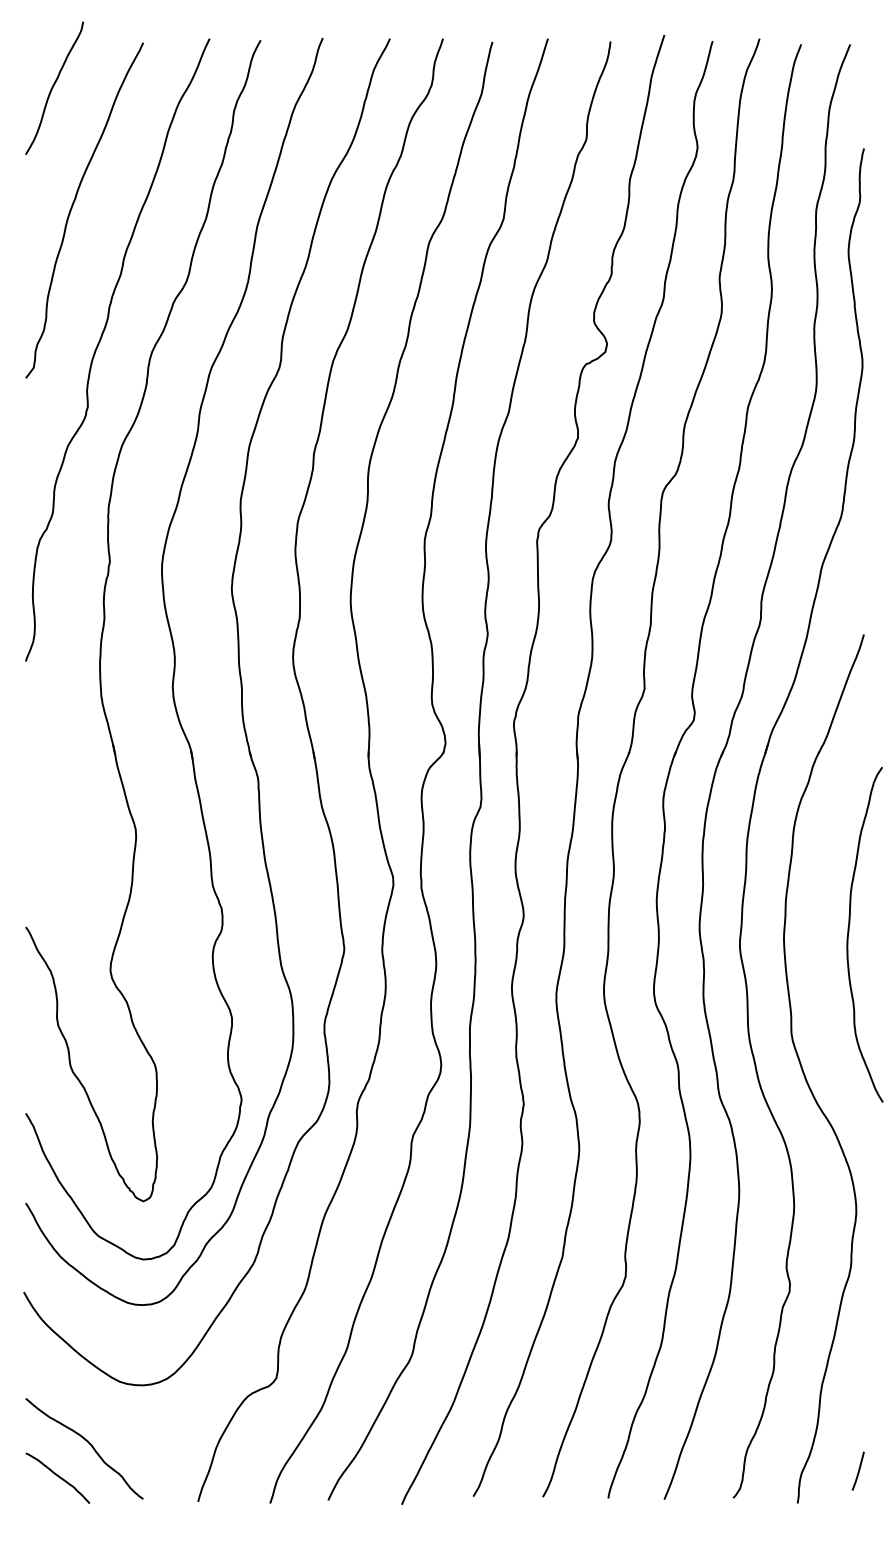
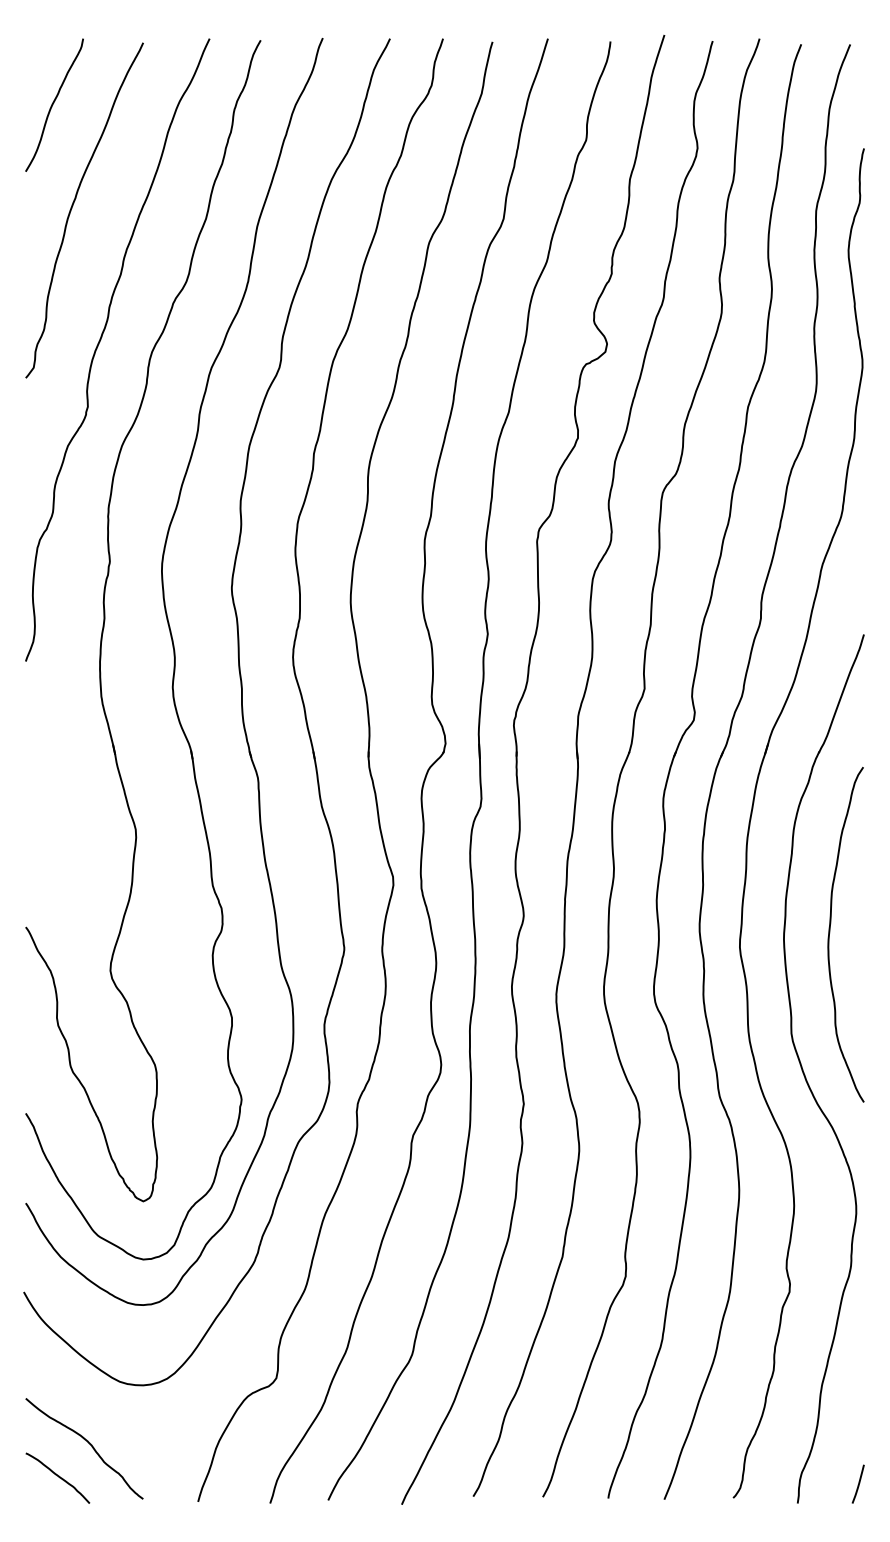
curve at (54, 86) position: (54, 86) -> (54, 103)
curve at (849, 933) position: (849, 933) -> (830, 933)
line at (858, 1470) position: (858, 1470) -> (858, 1483)
